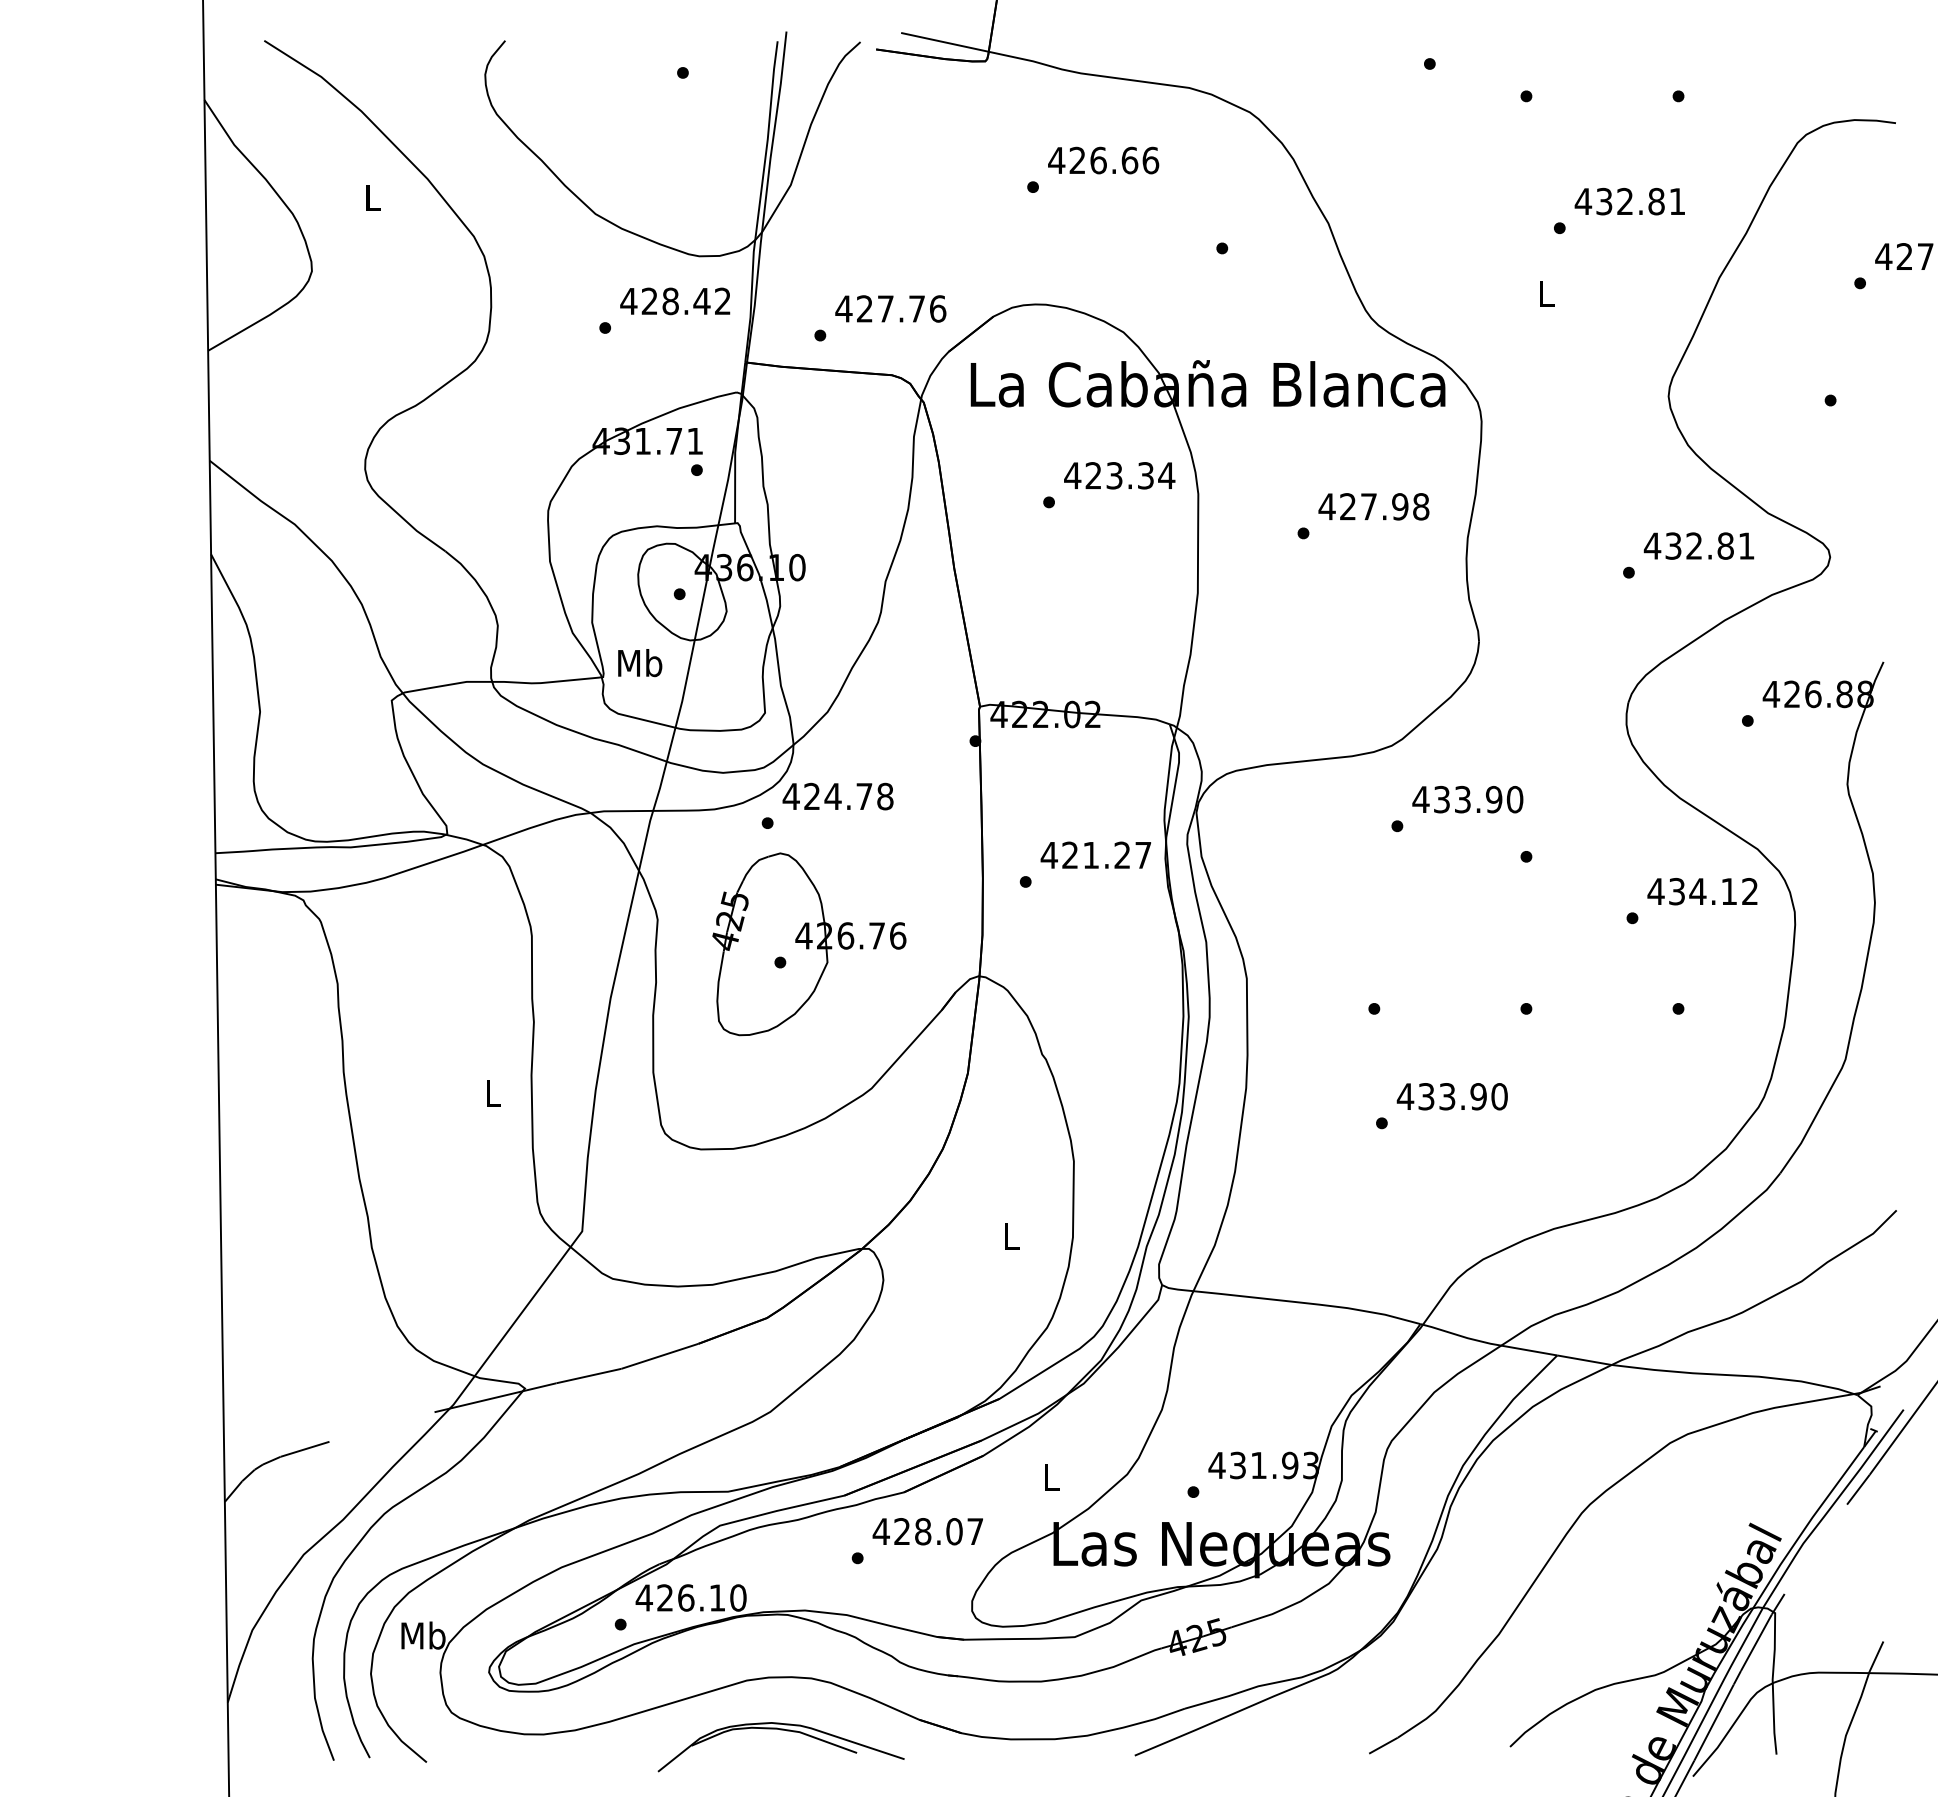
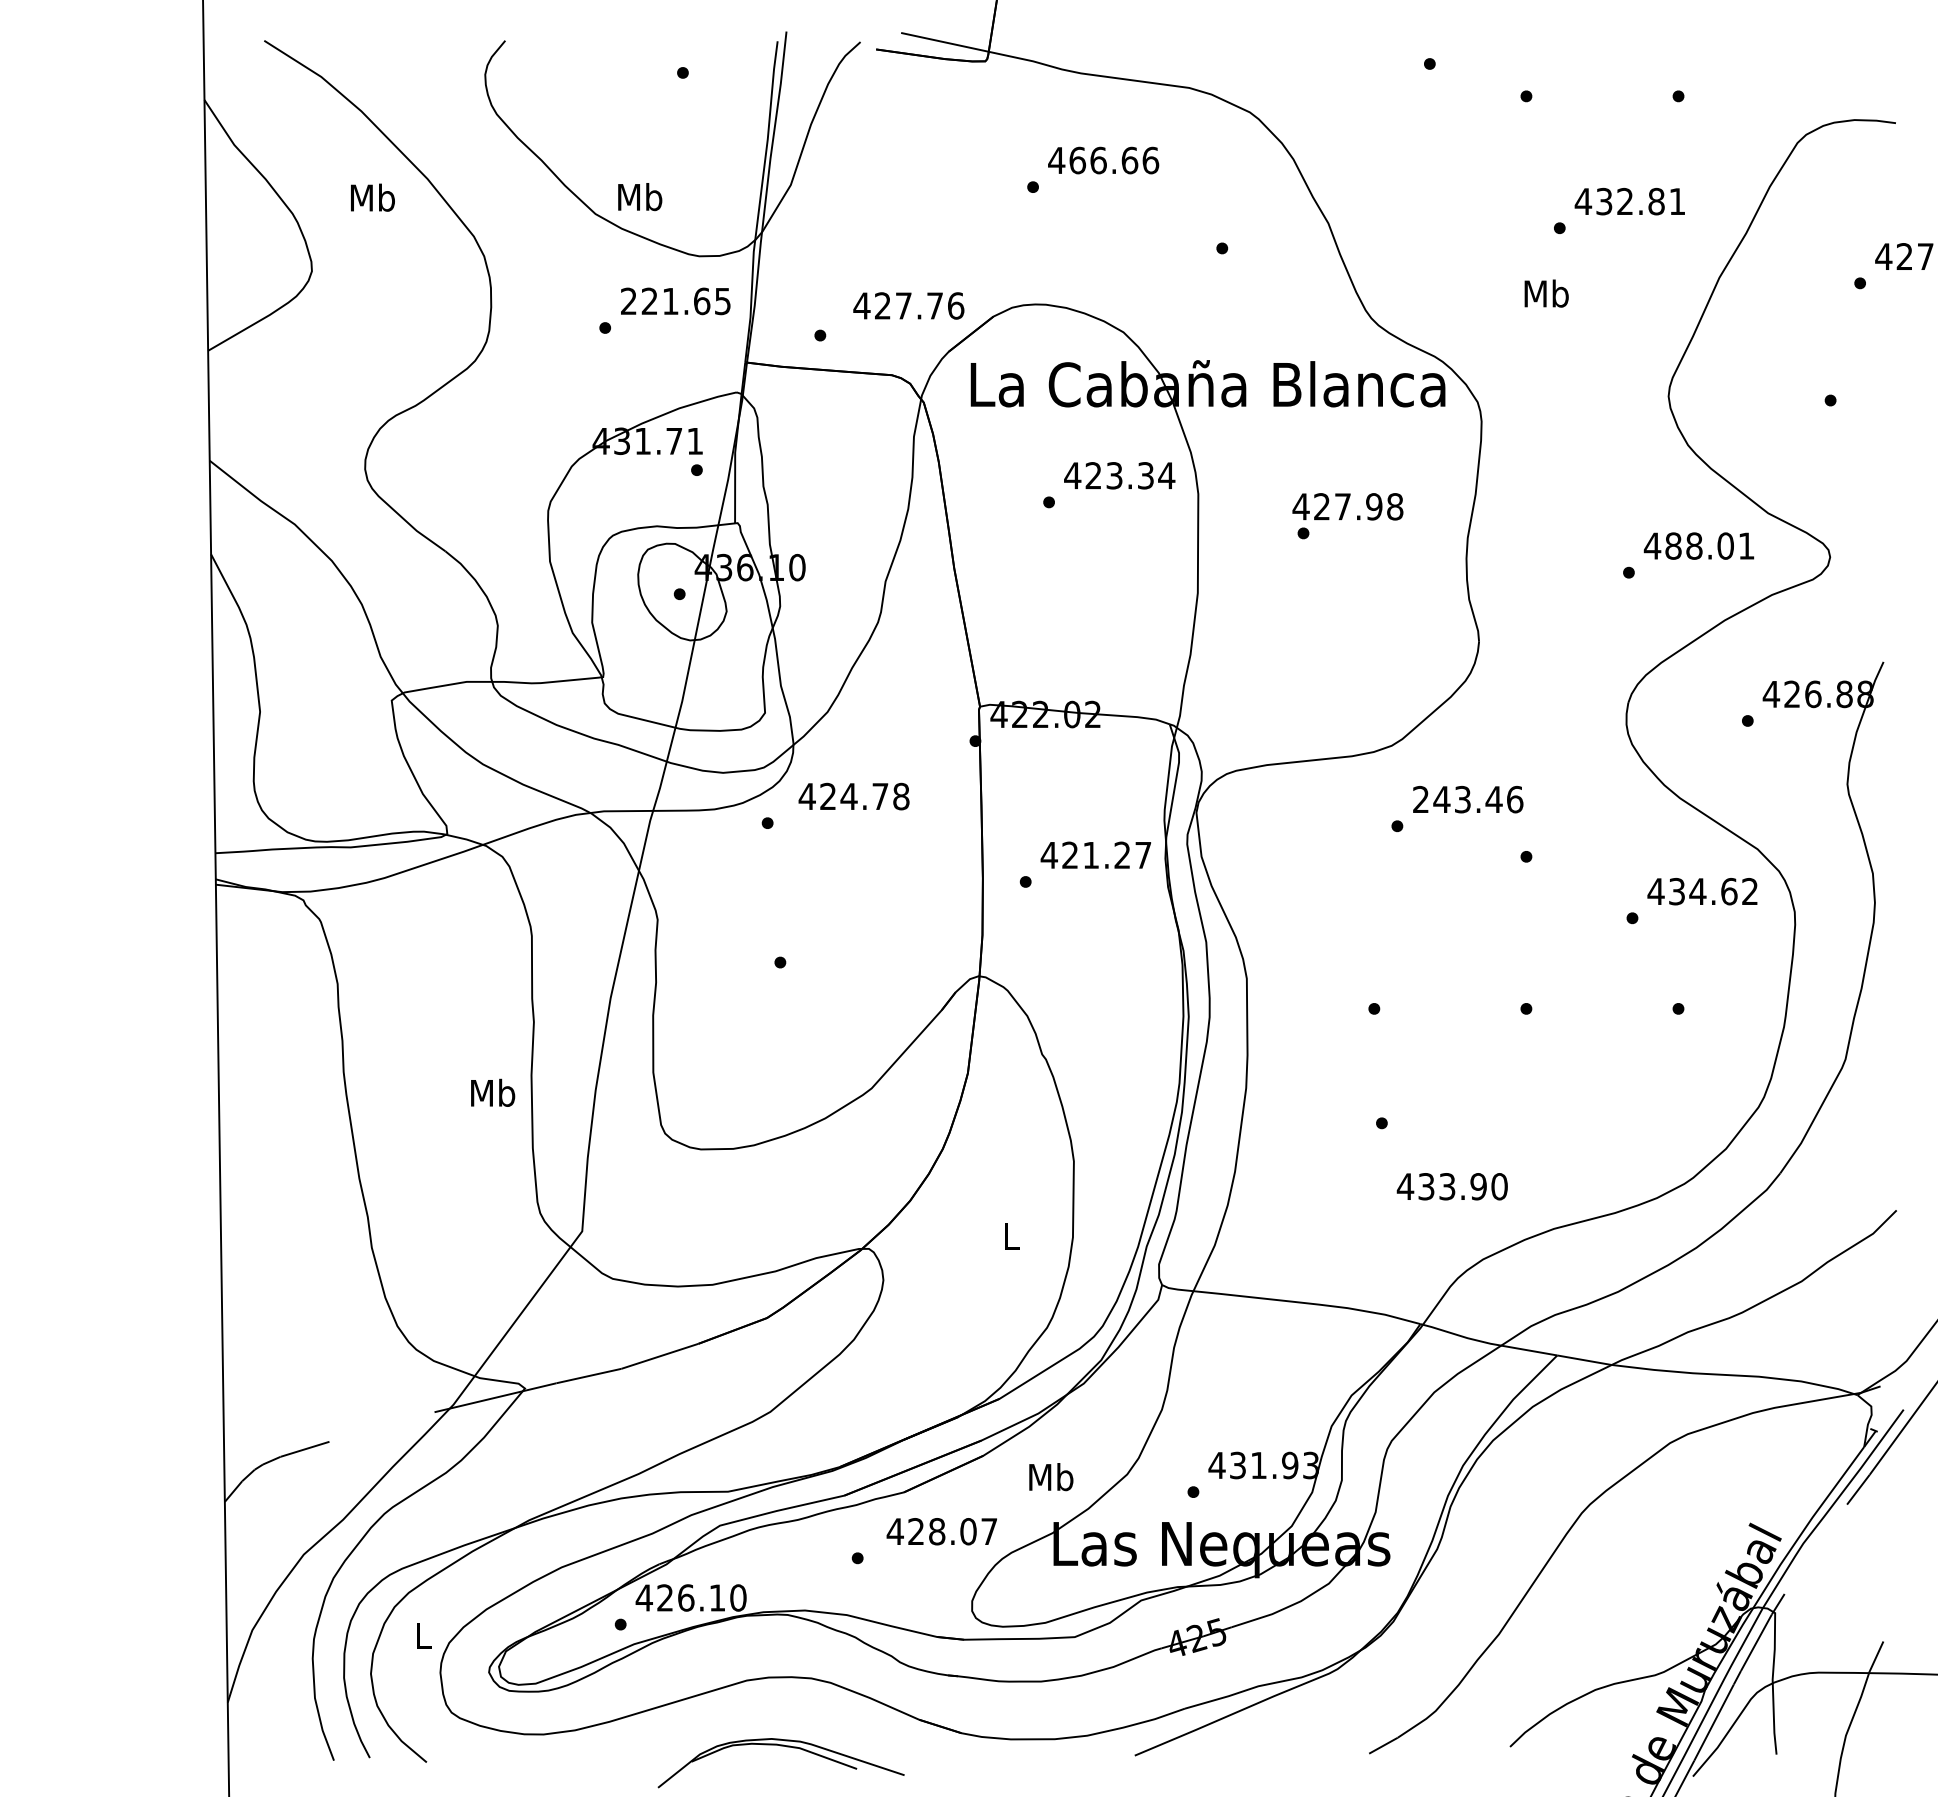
text at (1077, 160): 426.66 -> 466.66
text at (372, 197): L -> Mb
text at (1546, 293): L -> Mb
text at (675, 301): 428.42 -> 221.65
text at (890, 308) position: (890, 308) -> (908, 305)
text at (1373, 506) position: (1373, 506) -> (1347, 506)
text at (1699, 545): 432.81 -> 488.01
text at (640, 663) position: (640, 663) -> (640, 197)
text at (837, 796) position: (837, 796) -> (853, 796)
text at (1467, 799): 433.90 -> 243.46
text at (1729, 891): 434.12 -> 434.62
part at (809, 944): present -> none
text at (493, 1092): L -> Mb
text at (1451, 1096) position: (1451, 1096) -> (1451, 1186)
text at (1051, 1477): L -> Mb
text at (927, 1531) position: (927, 1531) -> (941, 1531)
text at (423, 1635): Mb -> L
part at (780, 1730) position: (780, 1730) -> (780, 1746)
